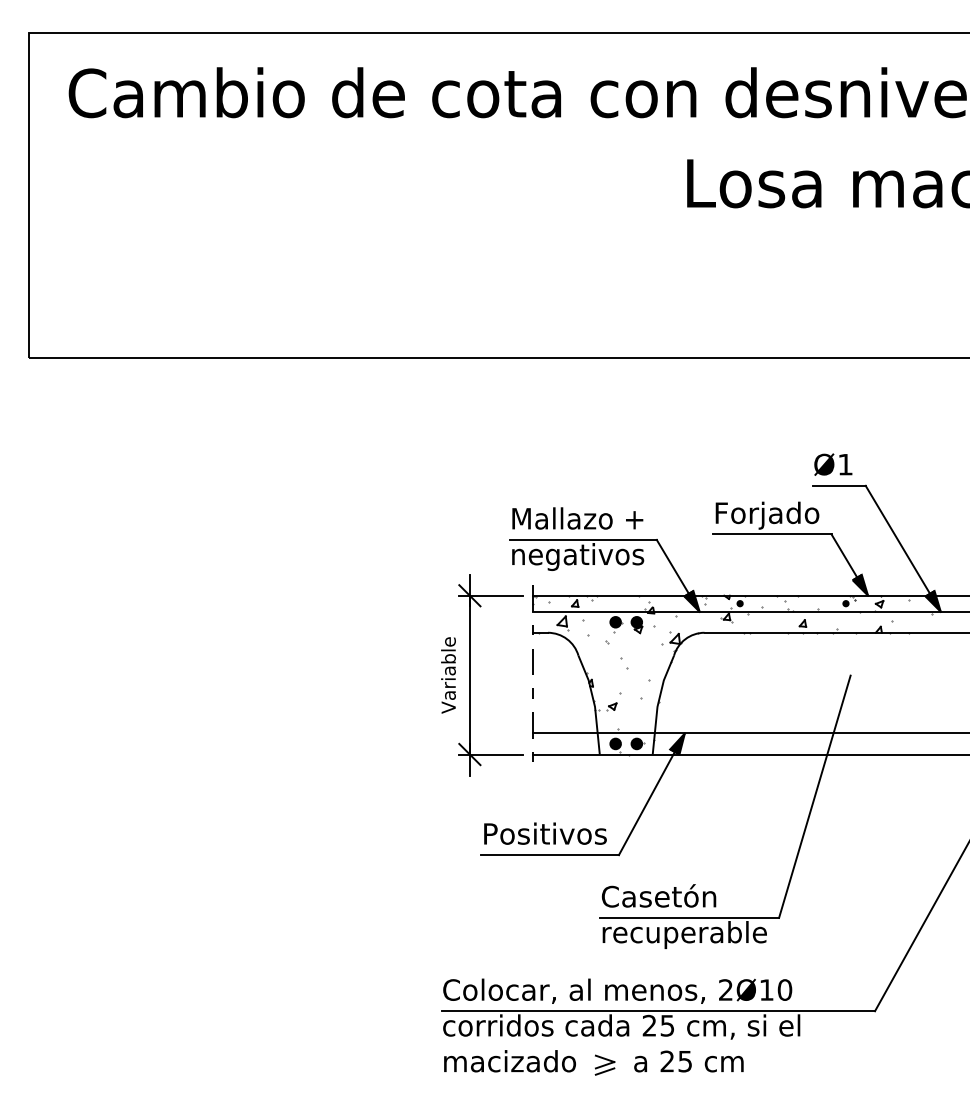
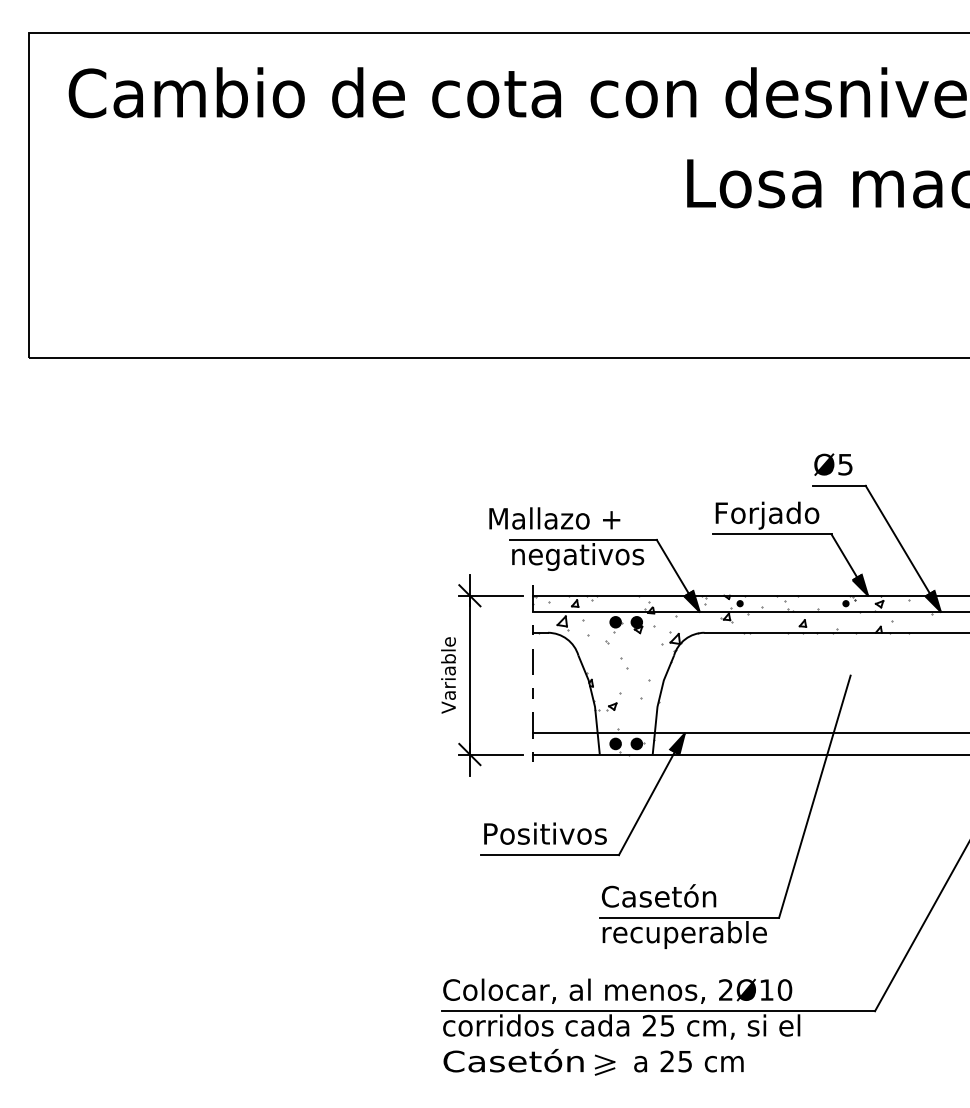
text at (845, 464): Ø1 -> Ø5
text at (577, 518) position: (577, 518) -> (554, 518)
text at (513, 1060): macizado -> Casetón
